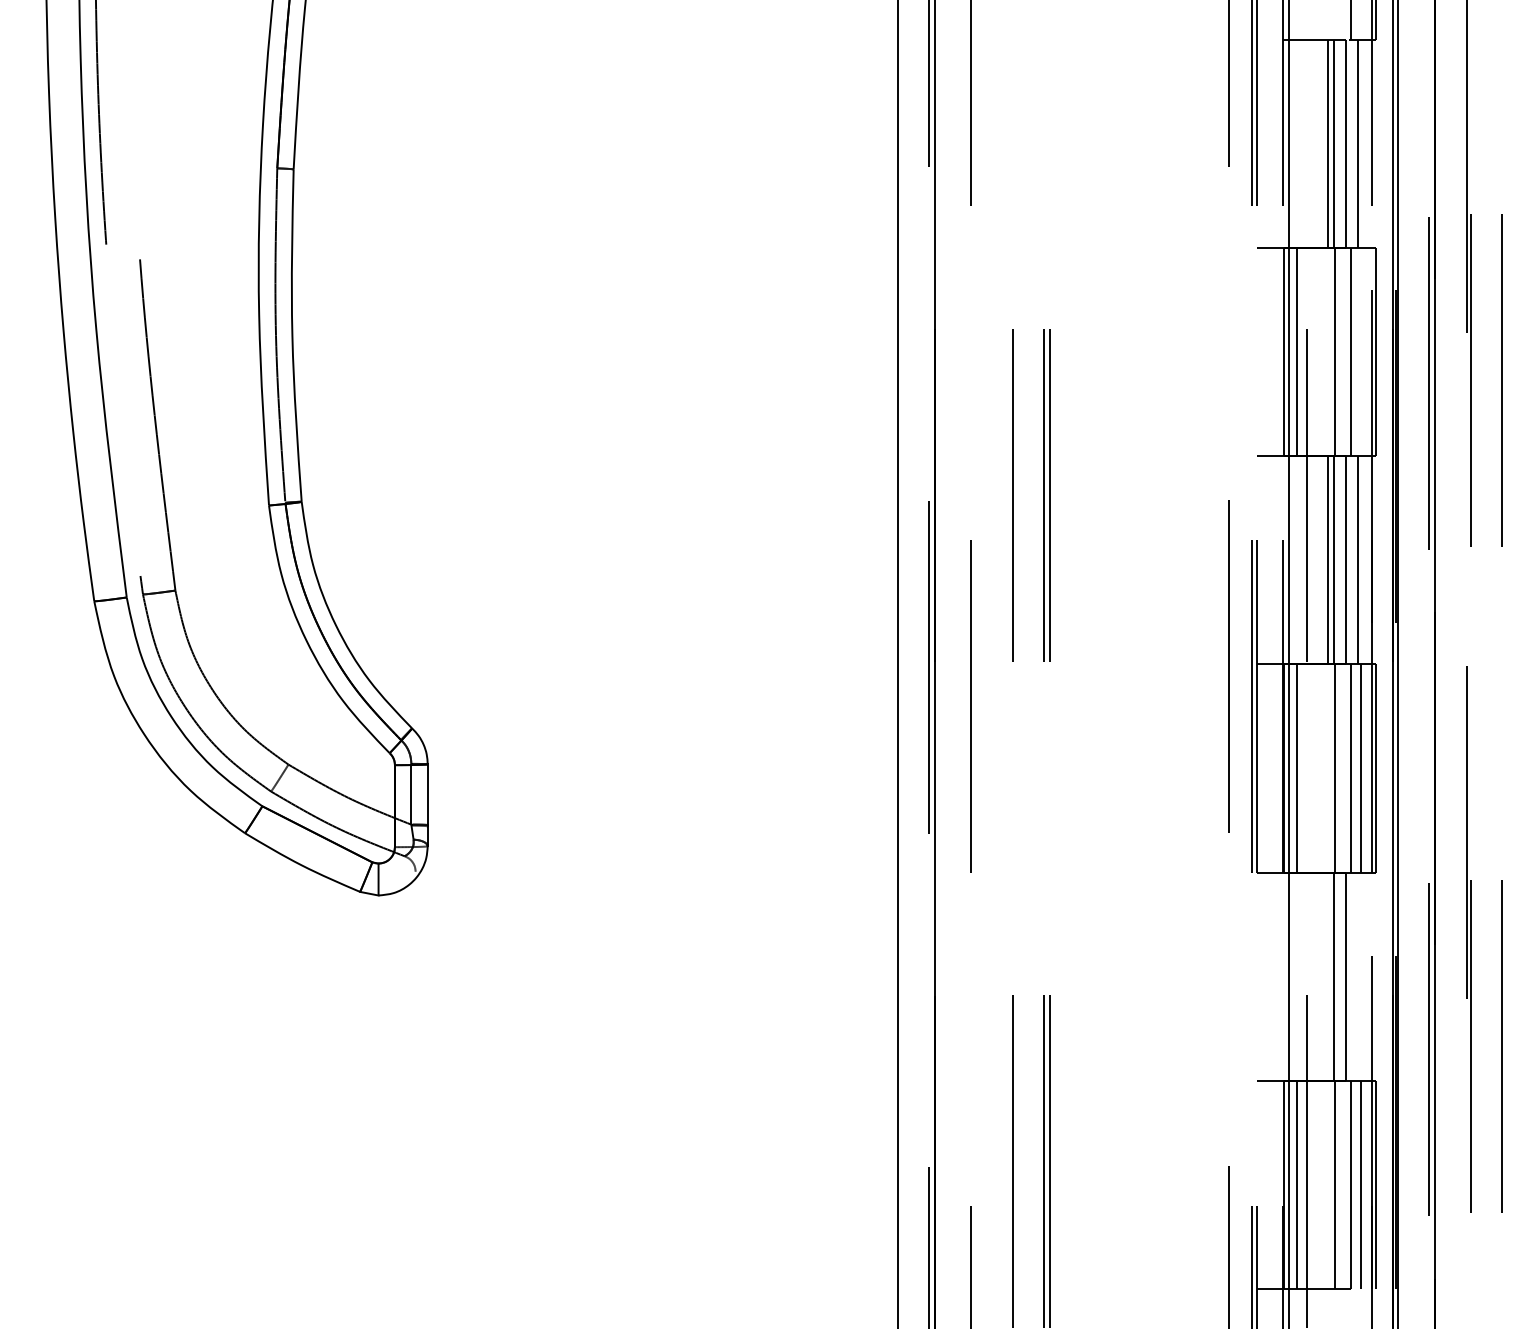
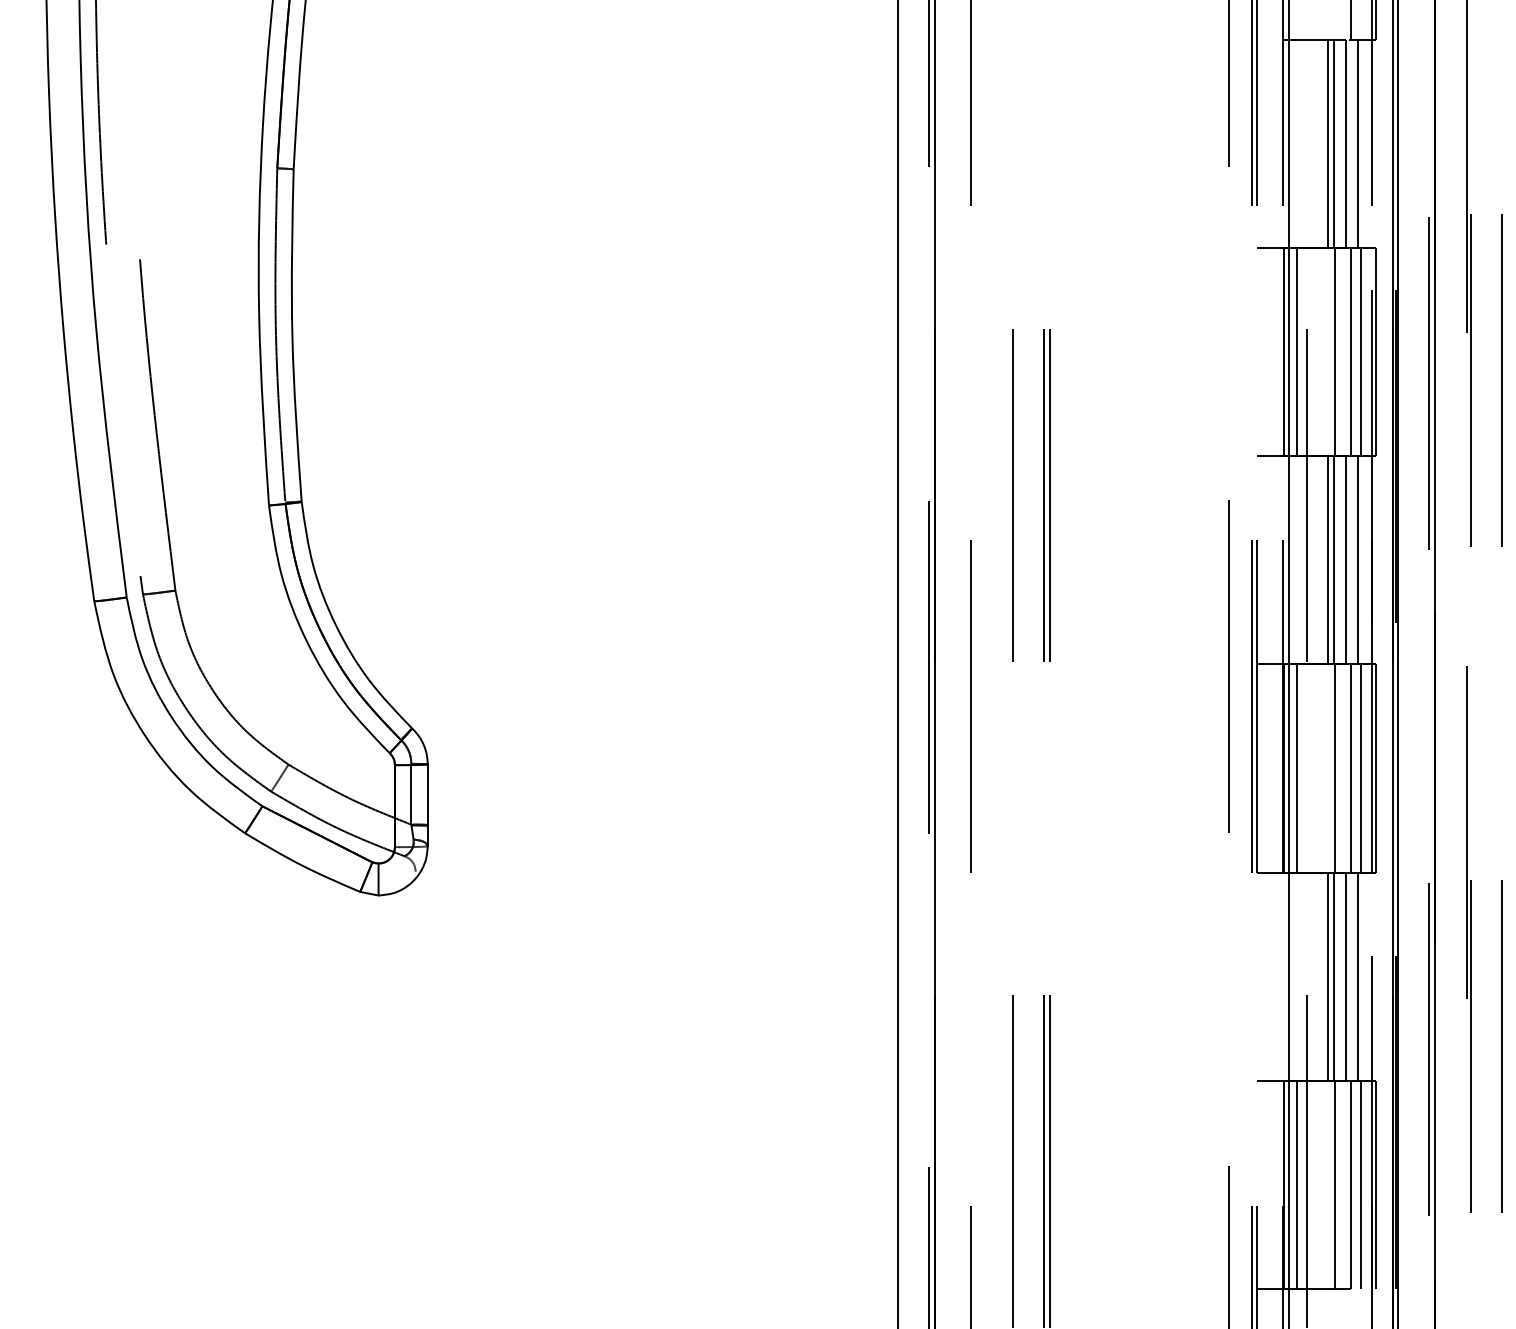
line at (1361, 352): none -> present
line at (1327, 976): none -> present
line at (1358, 976): none -> present
